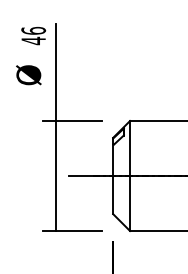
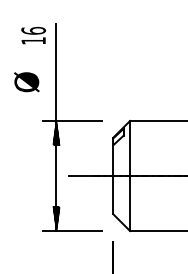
text at (33, 40): 46 -> 16
text at (28, 75) position: (28, 75) -> (26, 82)
hatch at (56, 133): none -> present
hatch at (56, 218): none -> present
